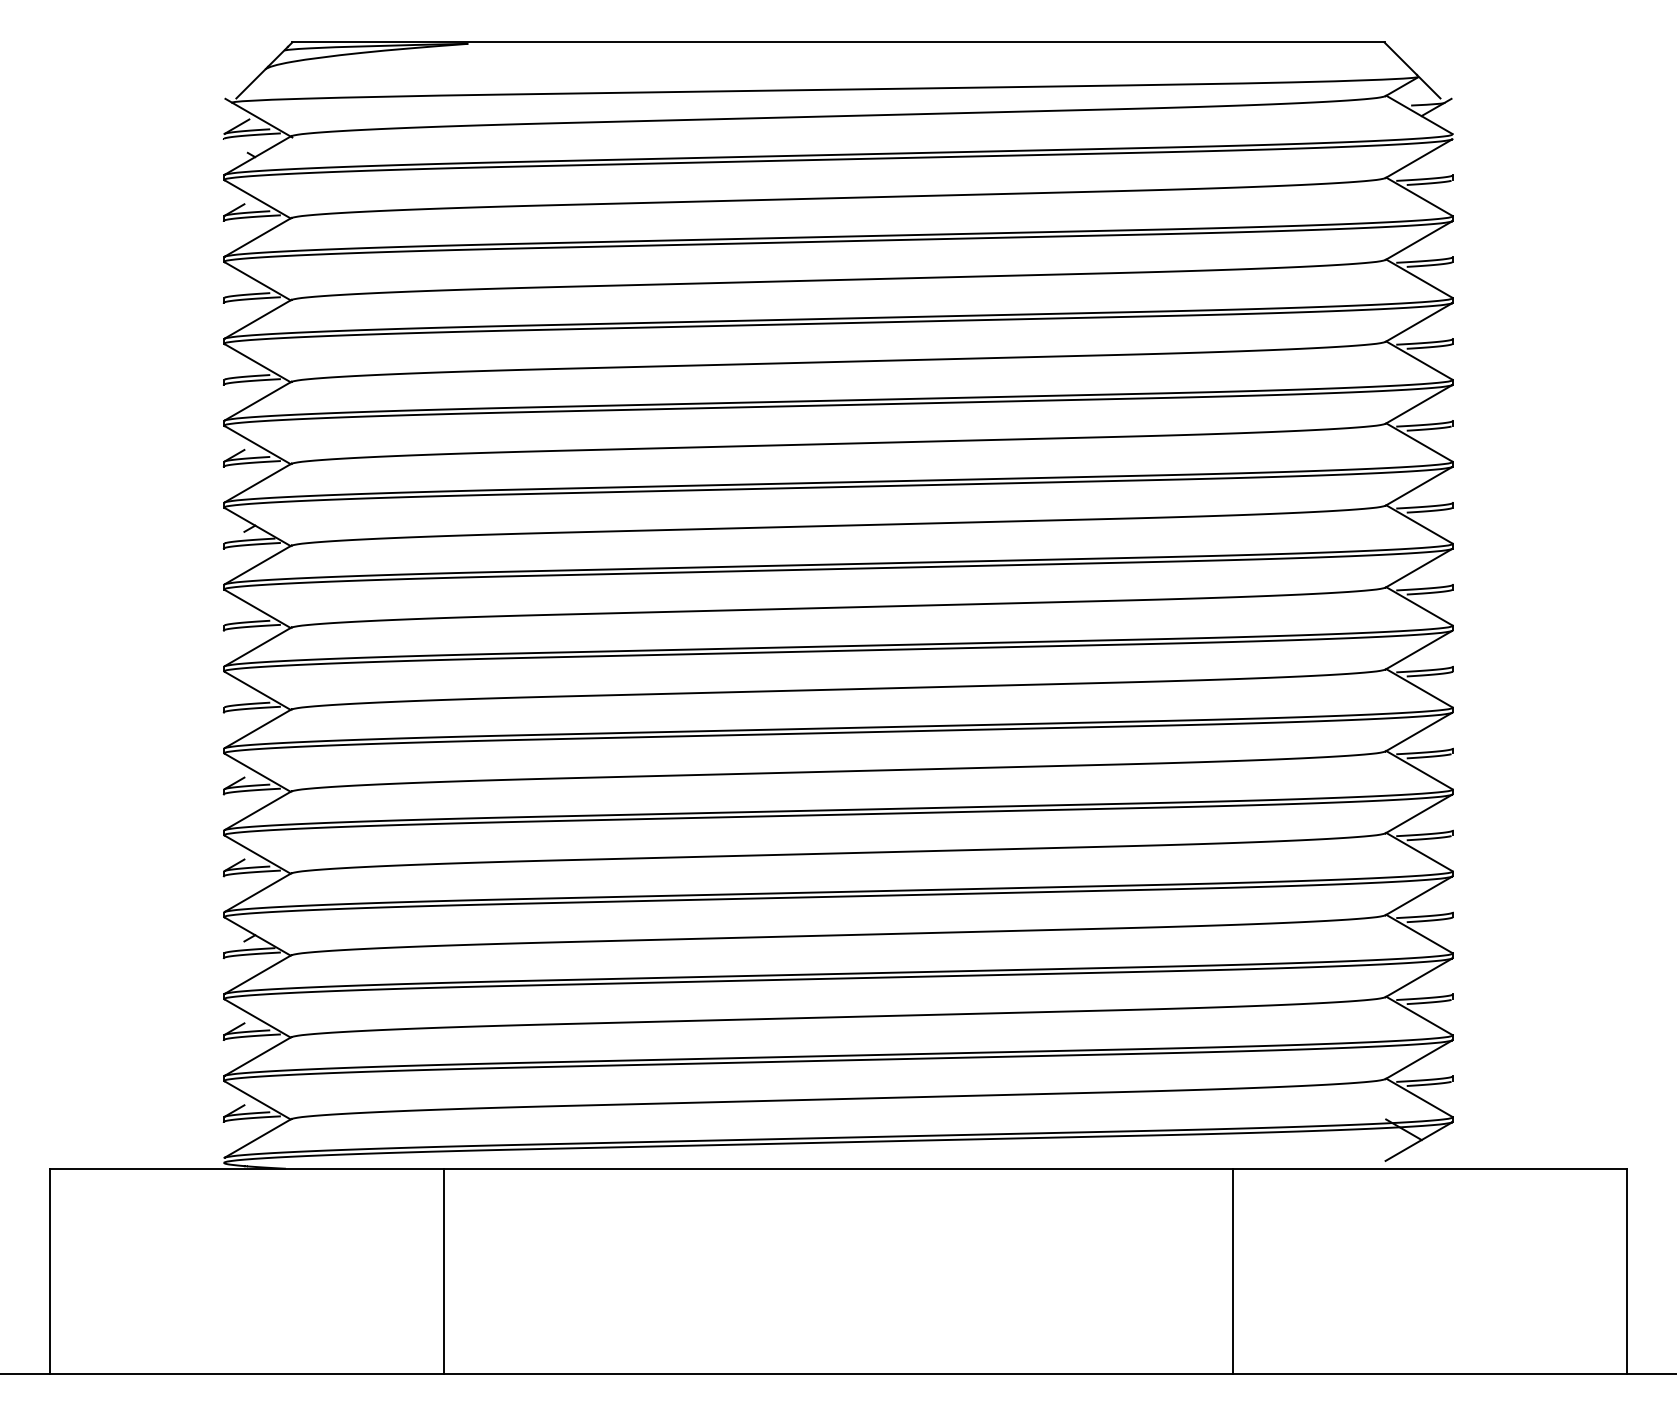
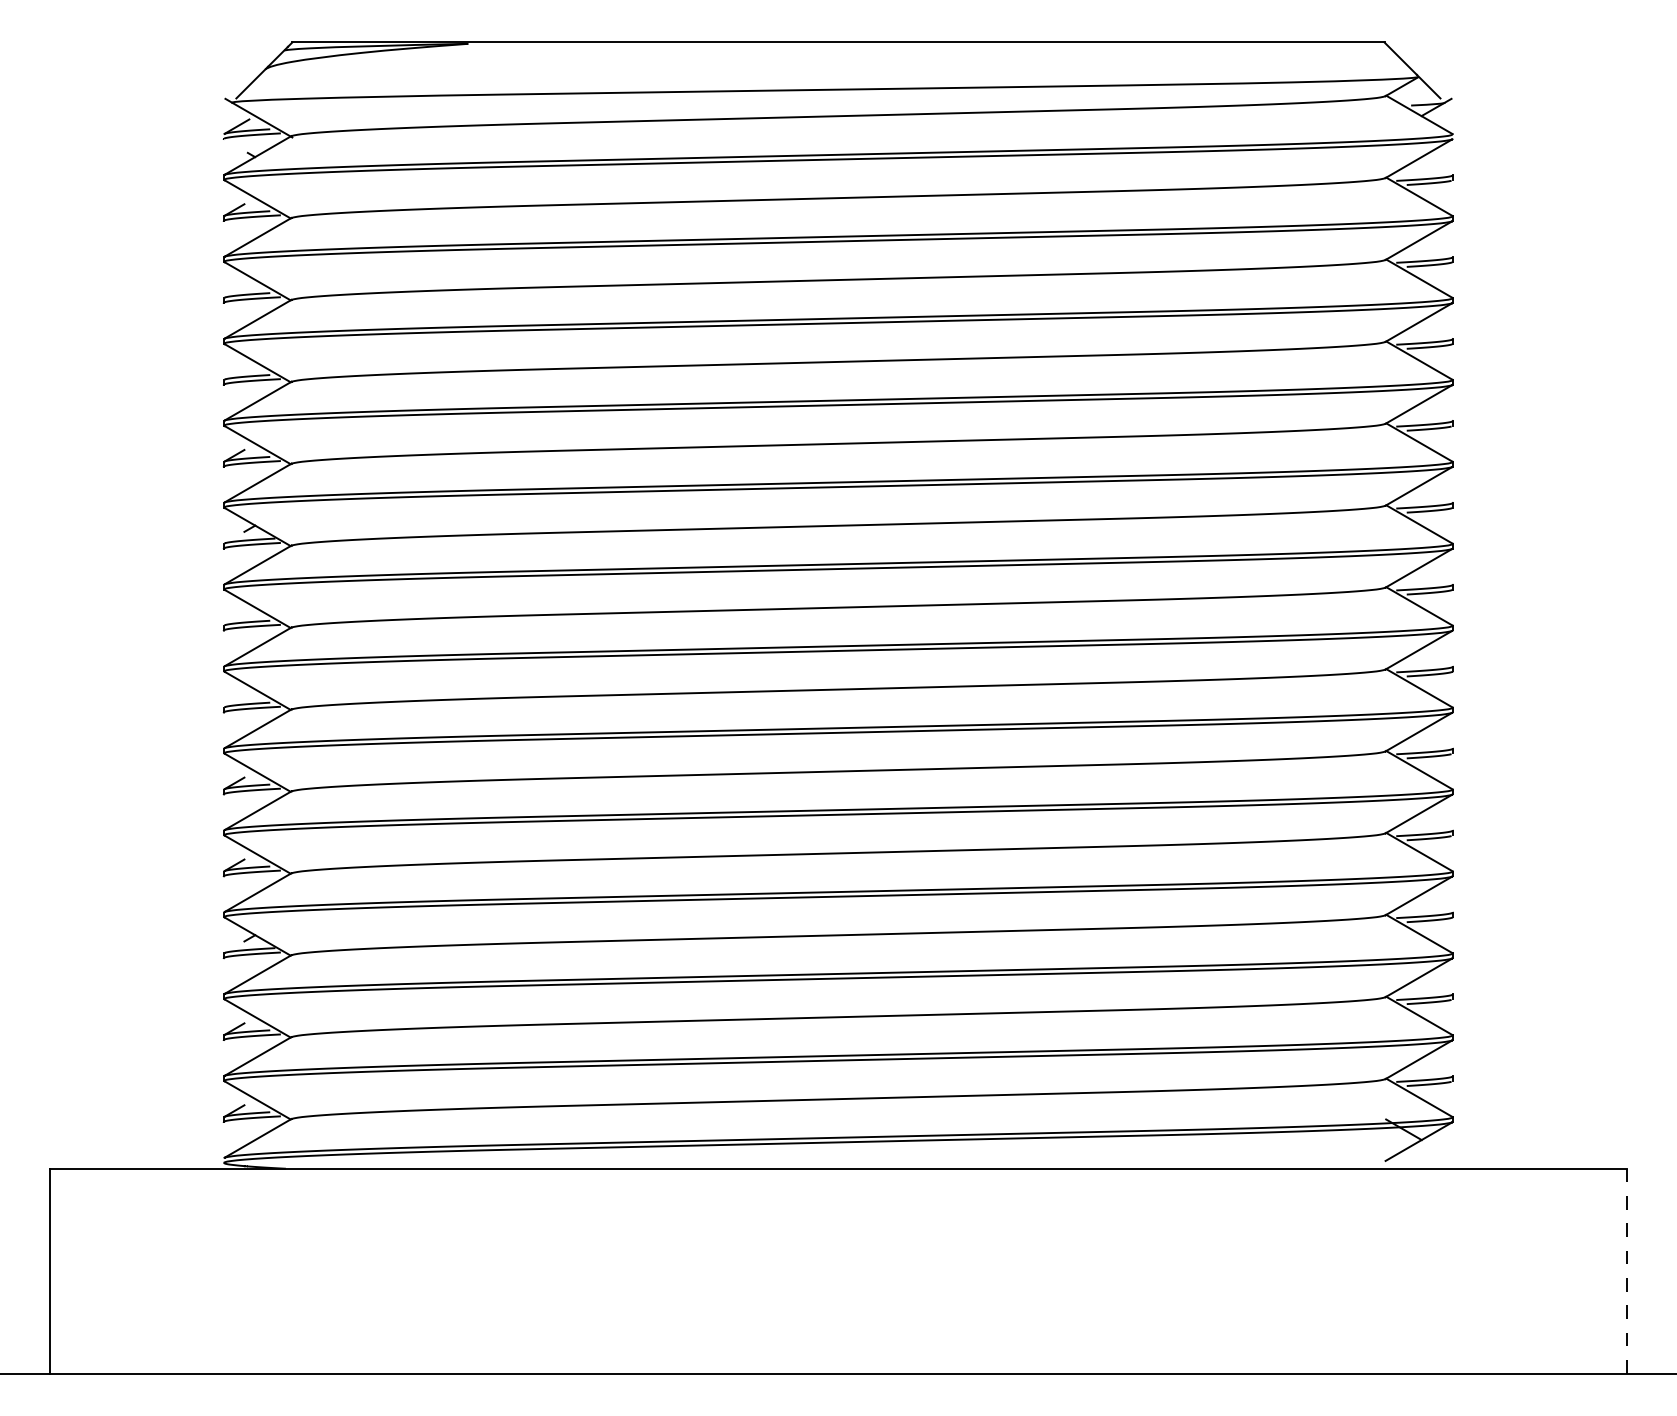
line at (444, 1270): present -> none
line at (1232, 1270): present -> none
line at (1626, 1270): solid -> dashed
